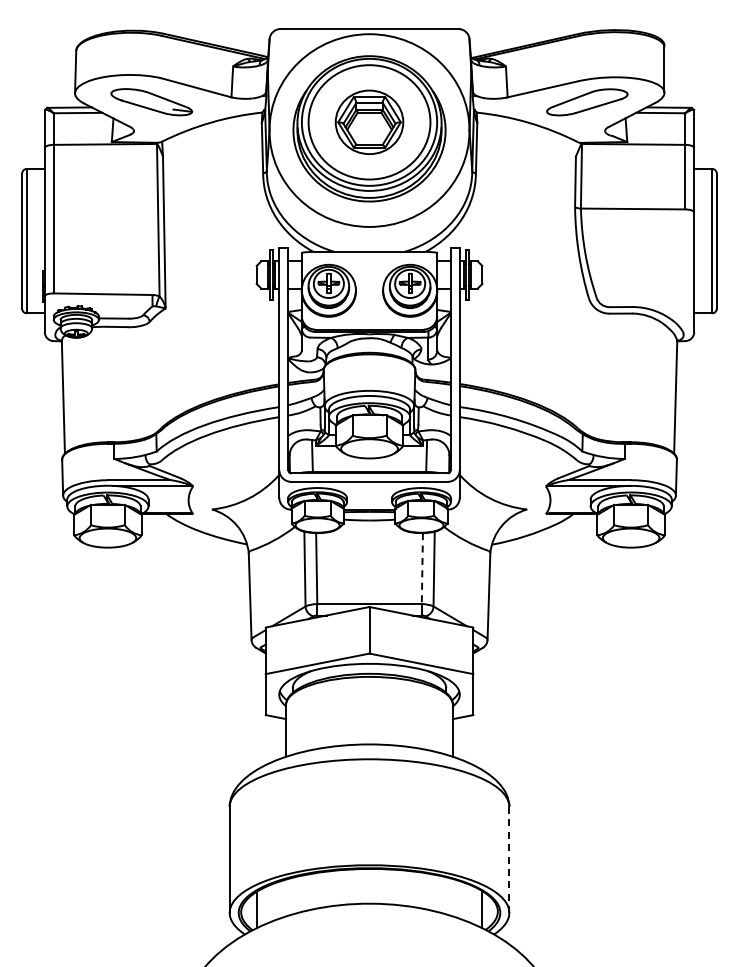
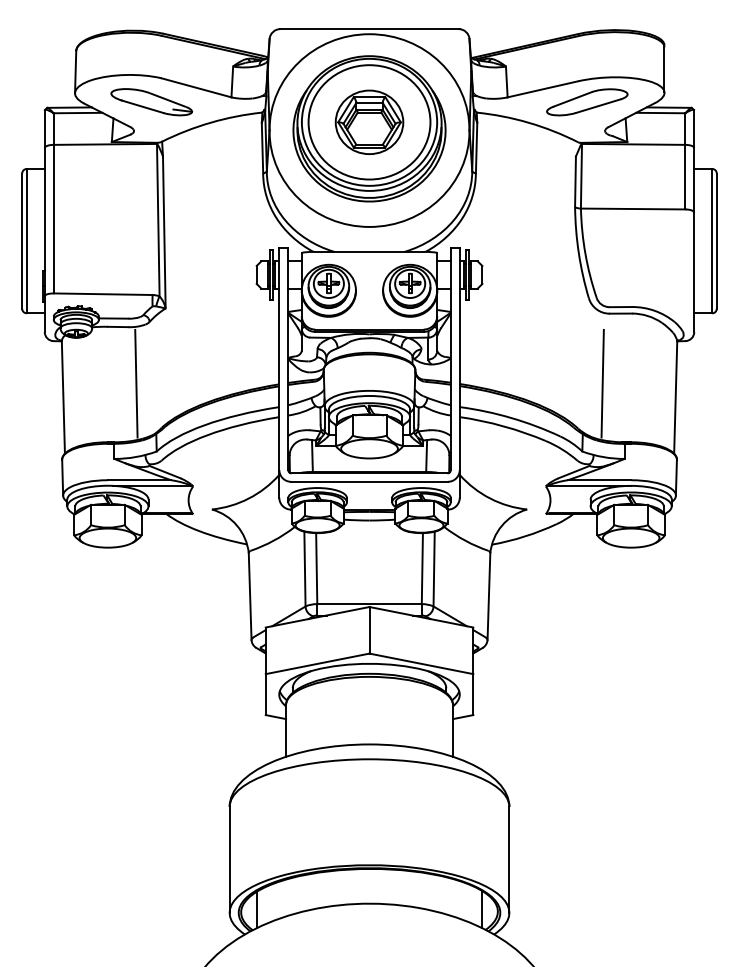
line at (136, 383): none -> present
line at (602, 383): none -> present
line at (422, 568): dashed -> solid
line at (509, 859): dashed -> solid
